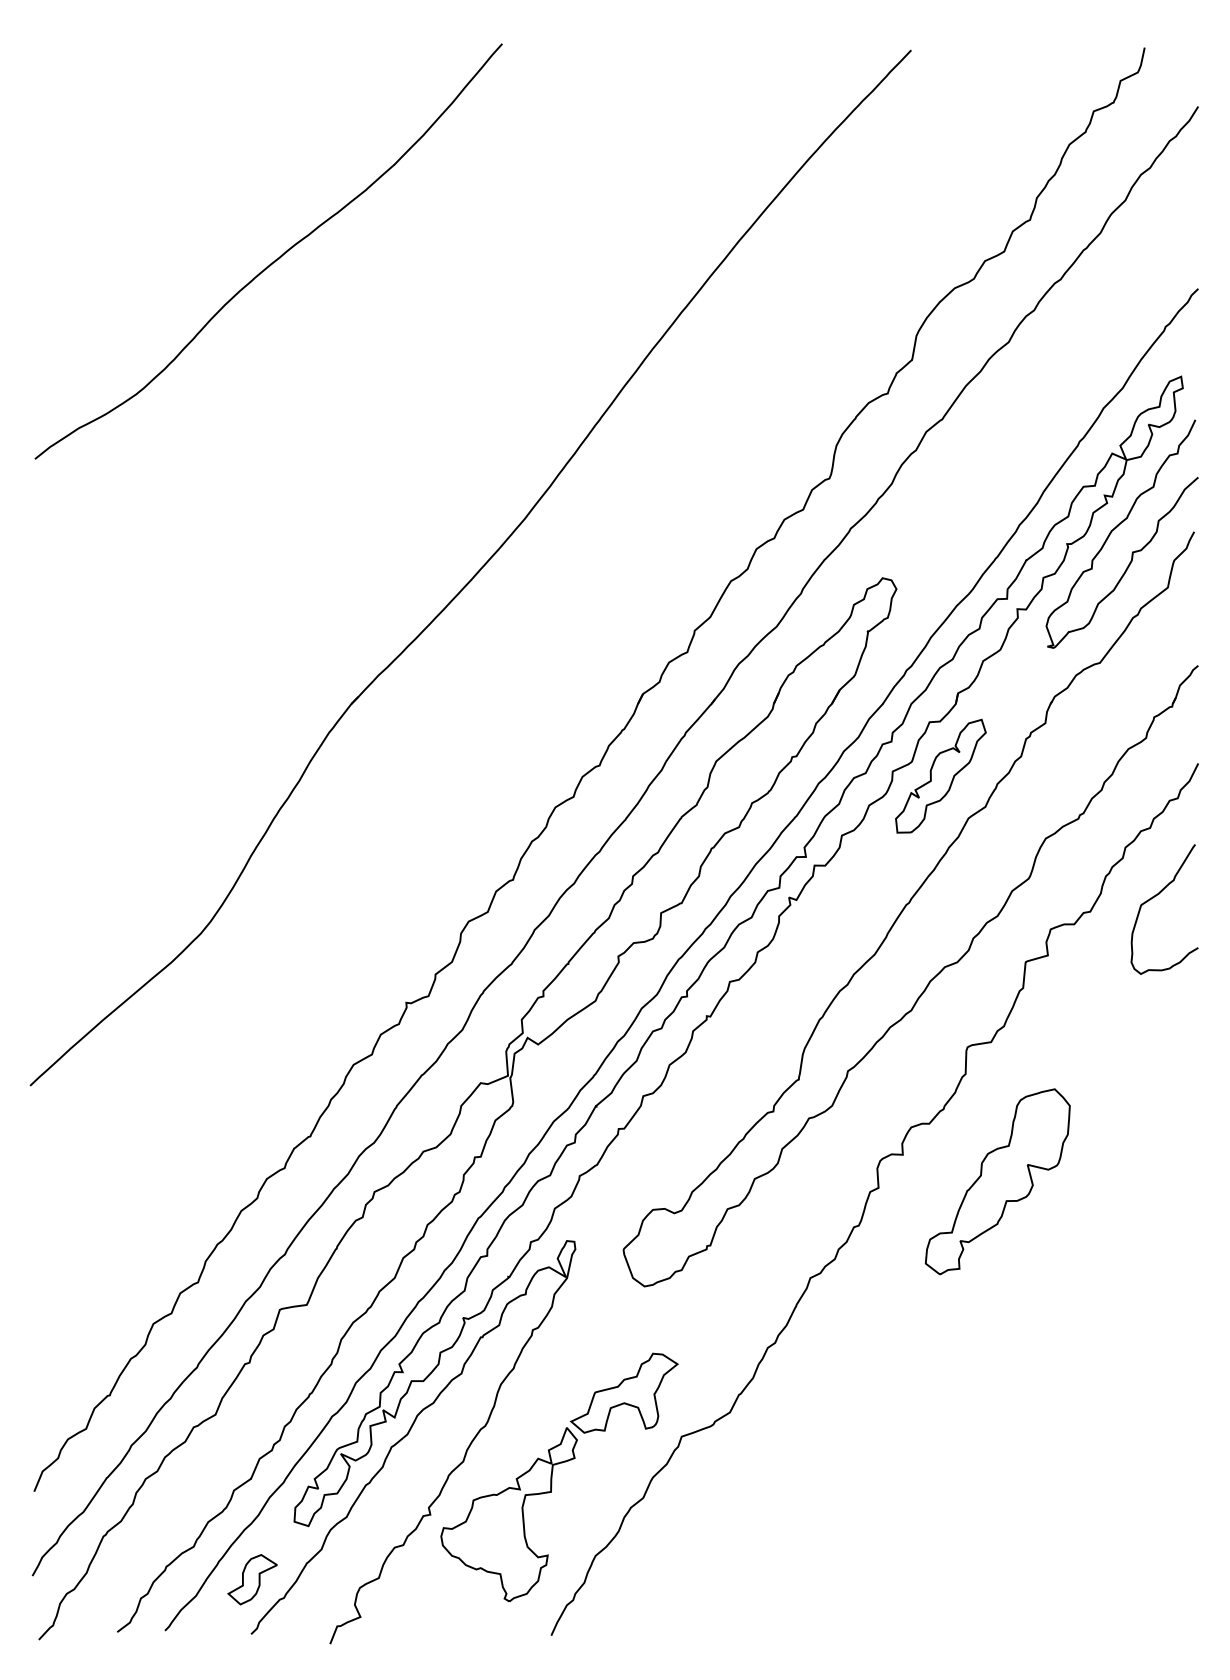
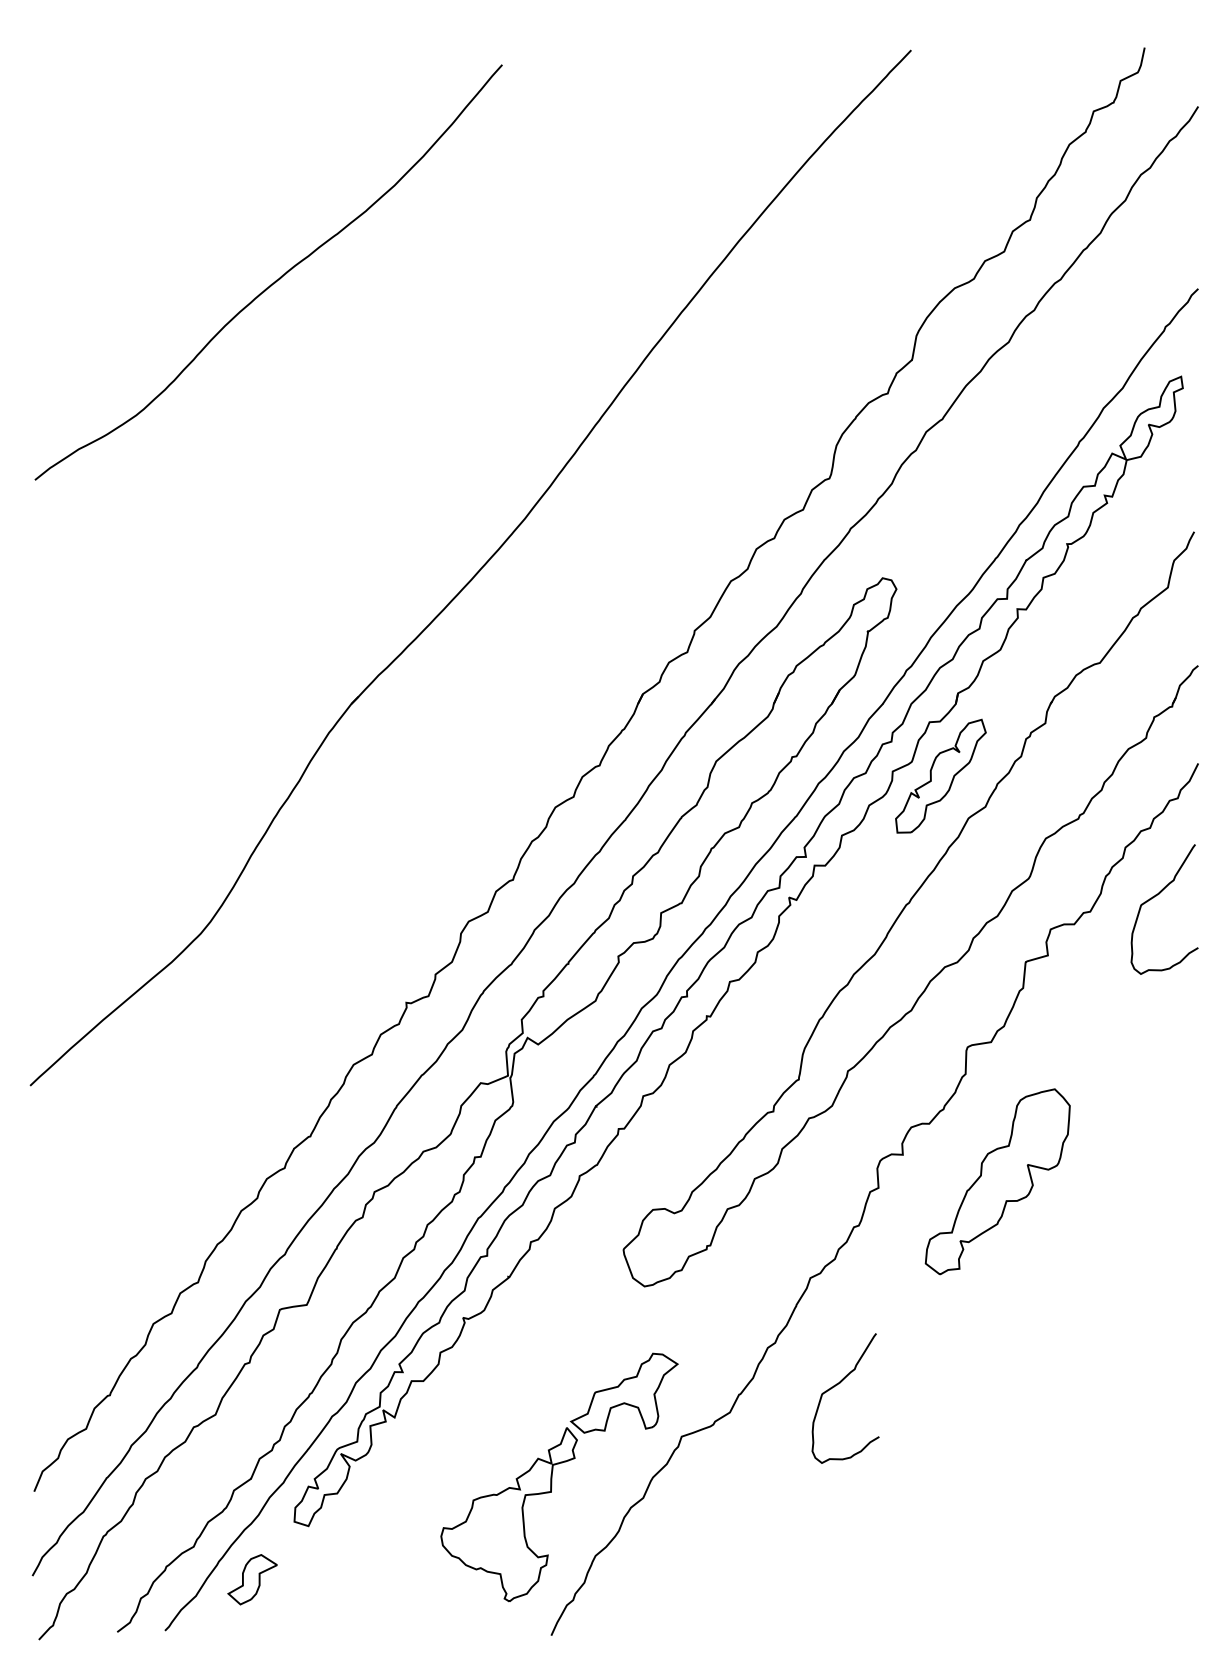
curve at (276, 258) position: (276, 258) -> (276, 279)
curve at (1116, 528): present -> none
curve at (837, 1385): none -> present
curve at (407, 1435): present -> none
